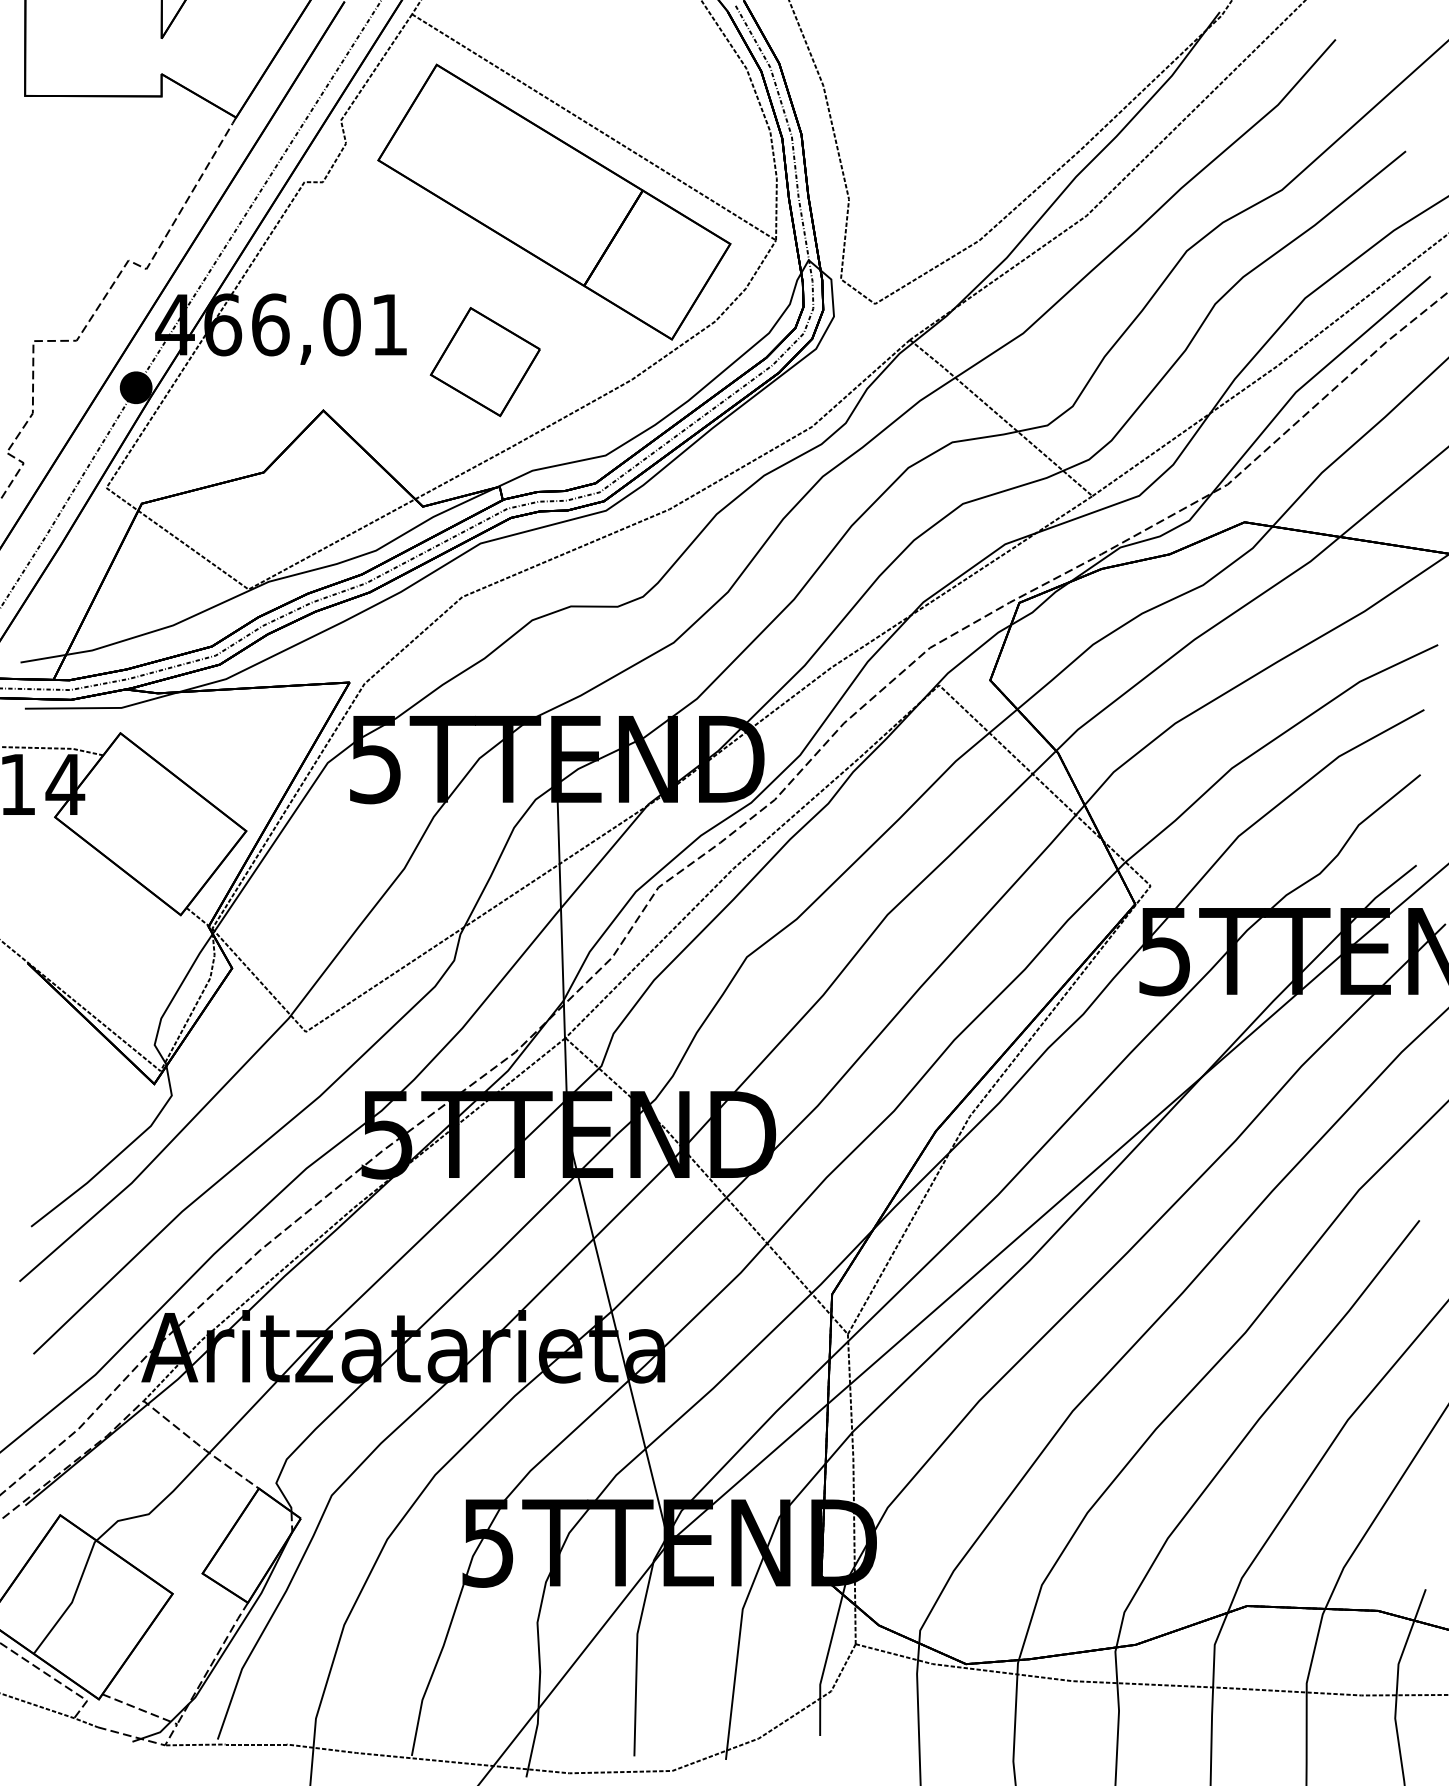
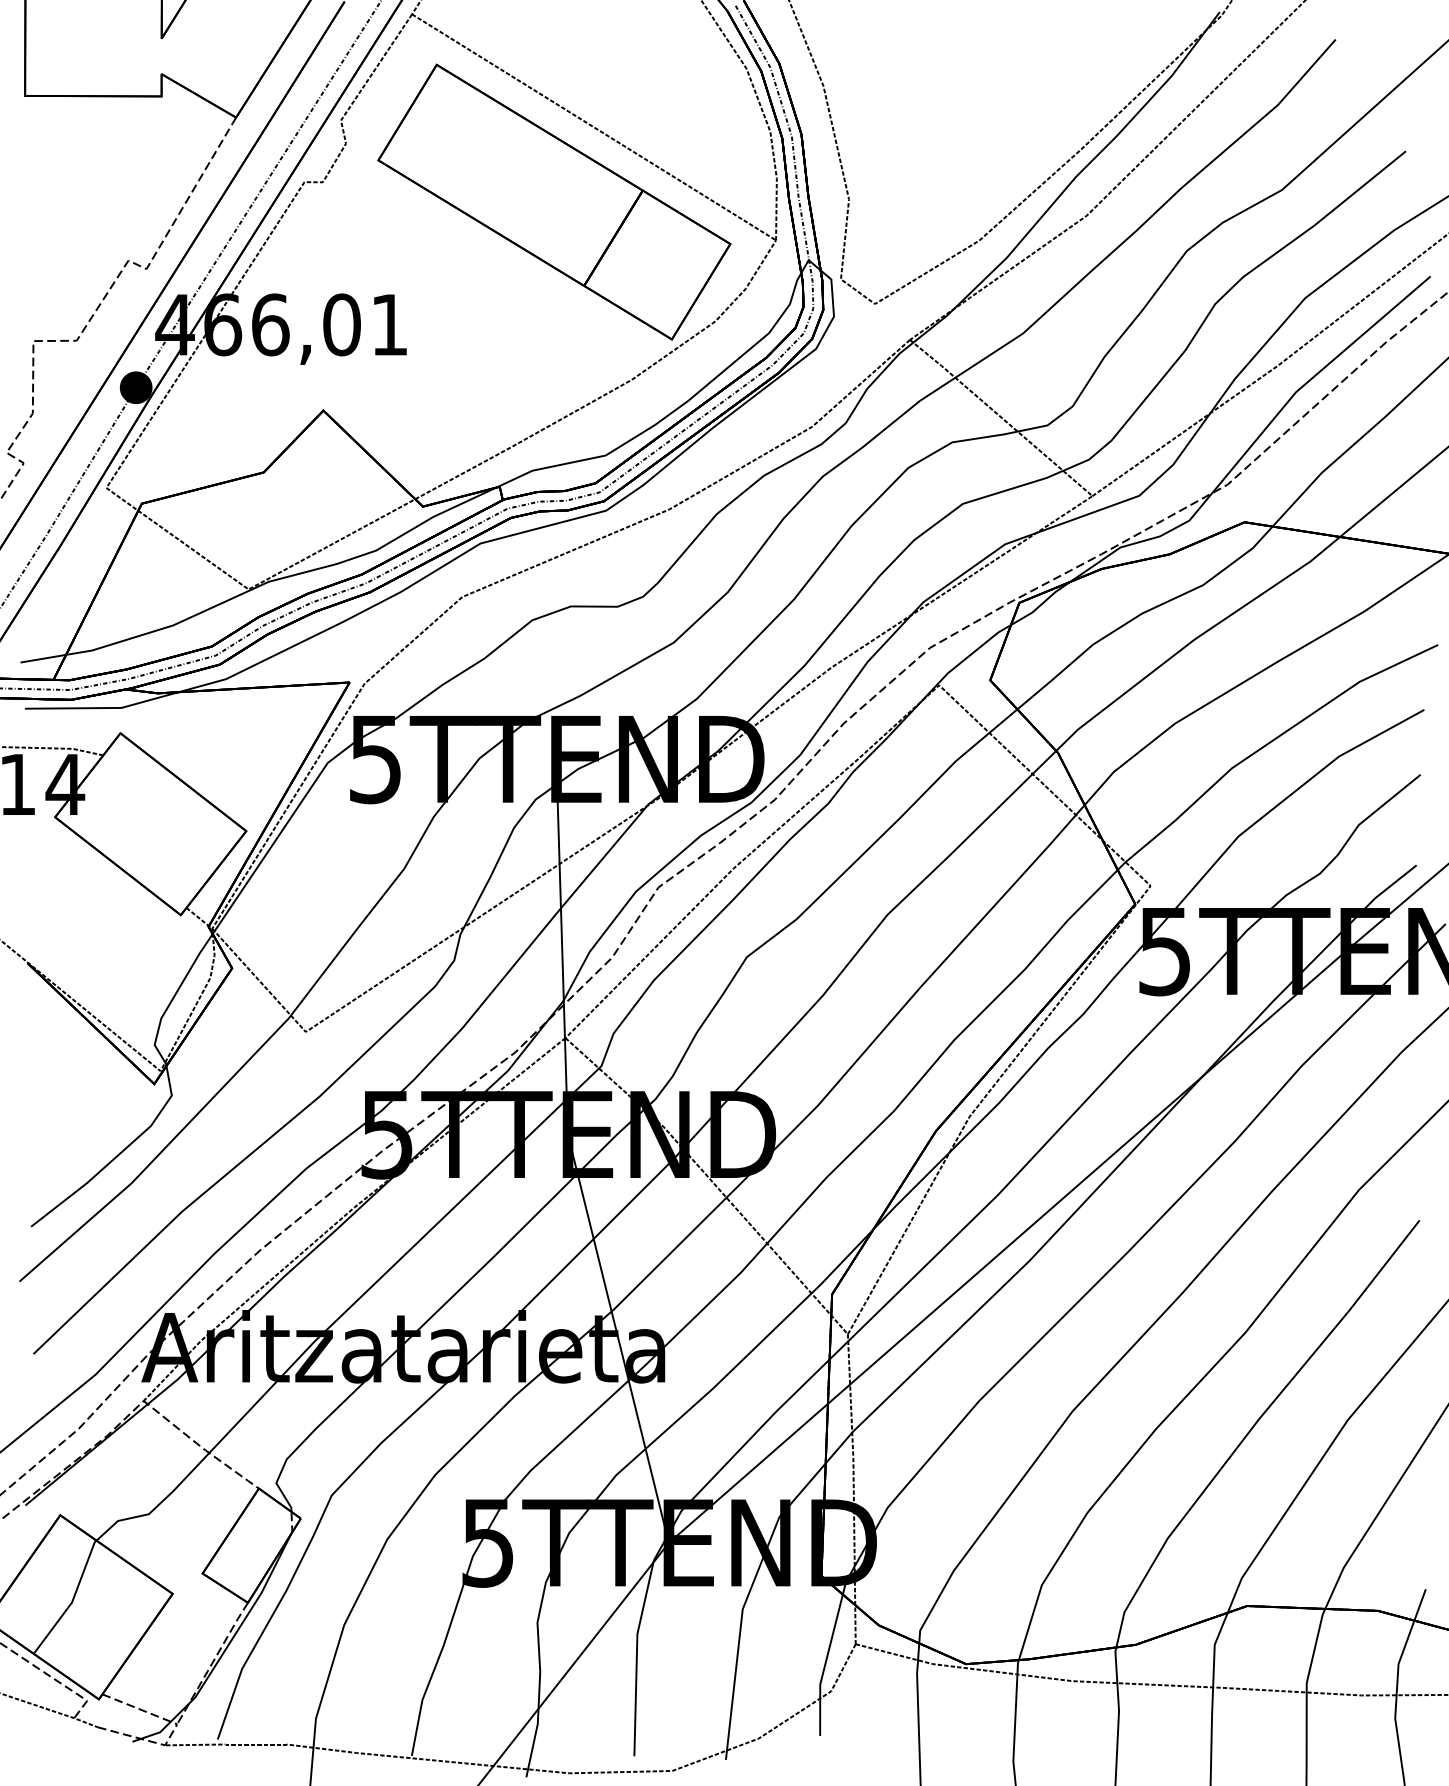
part at (484, 362): present -> none
